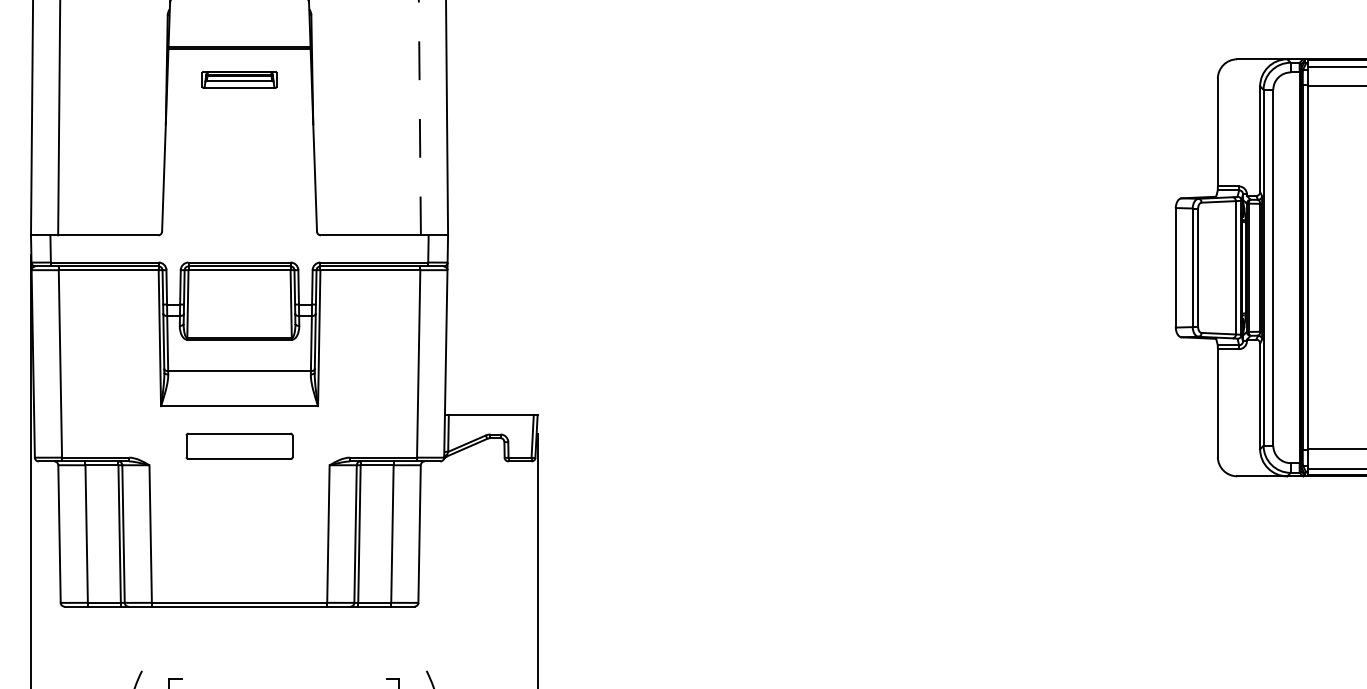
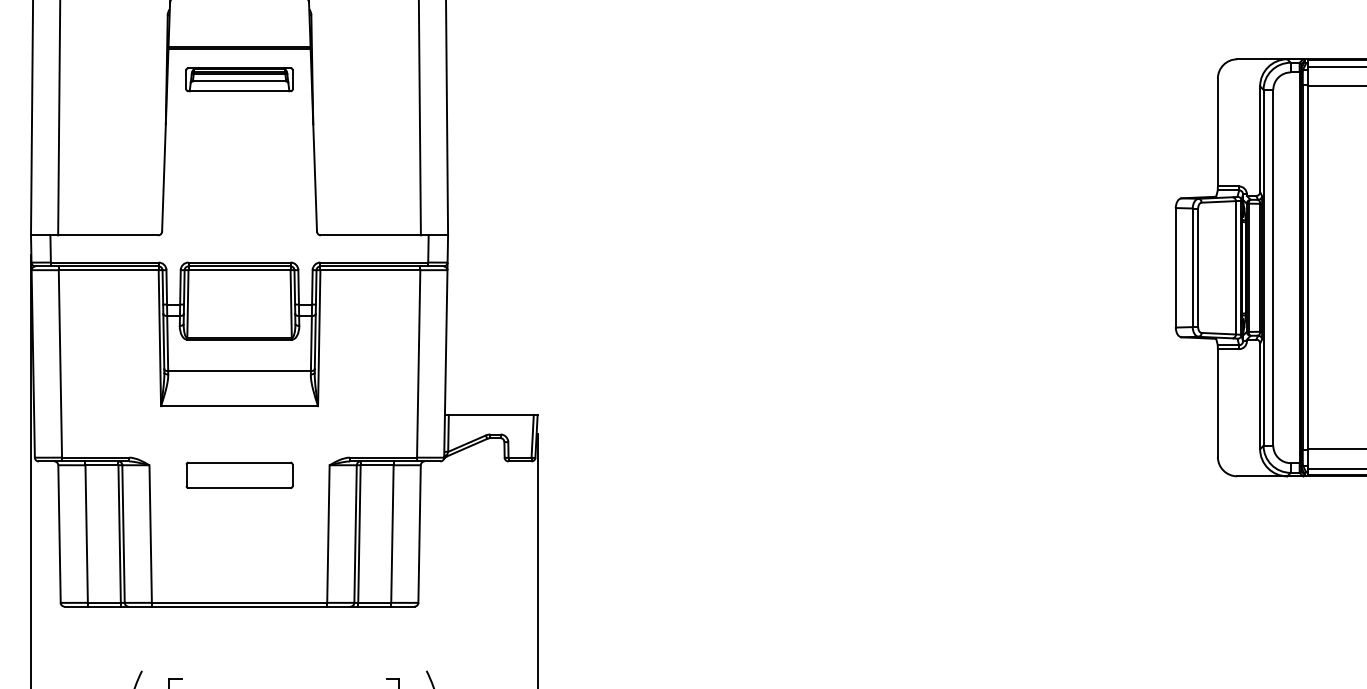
part at (239, 79) size: 77x18 px -> 109x26 px
line at (419, 117): dashed -> solid
part at (239, 445) position: (239, 445) -> (239, 474)
